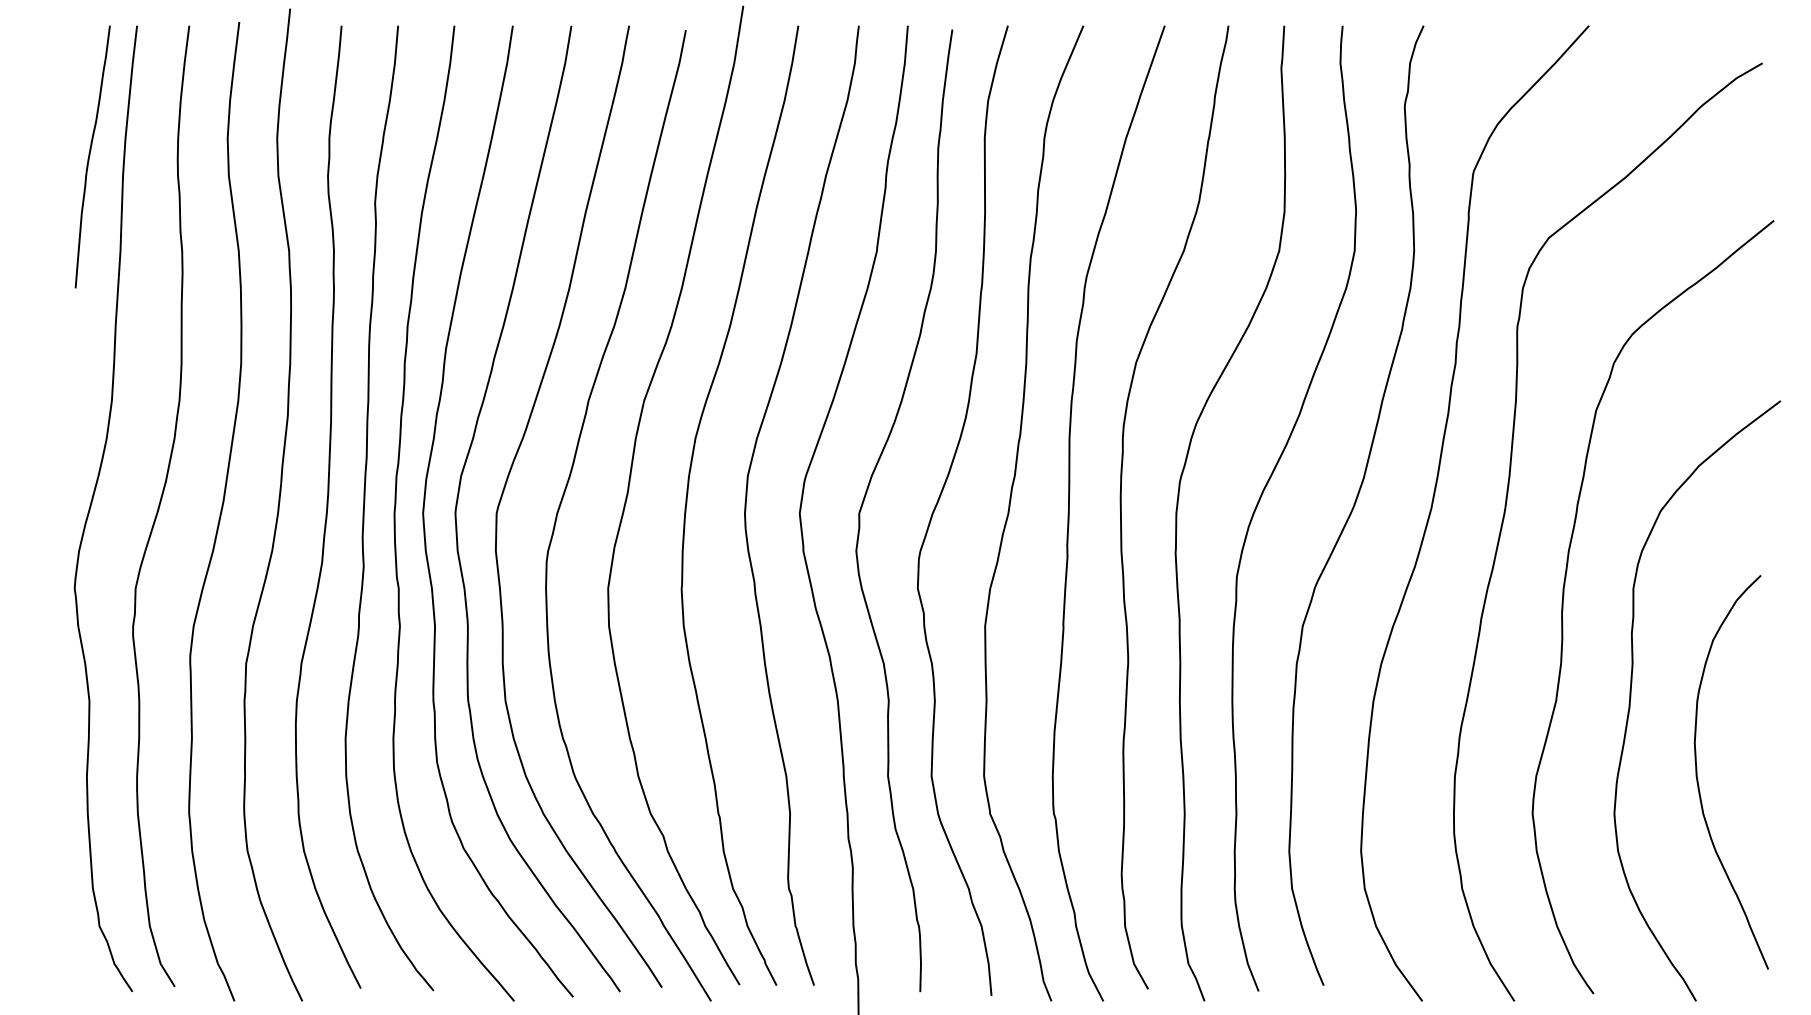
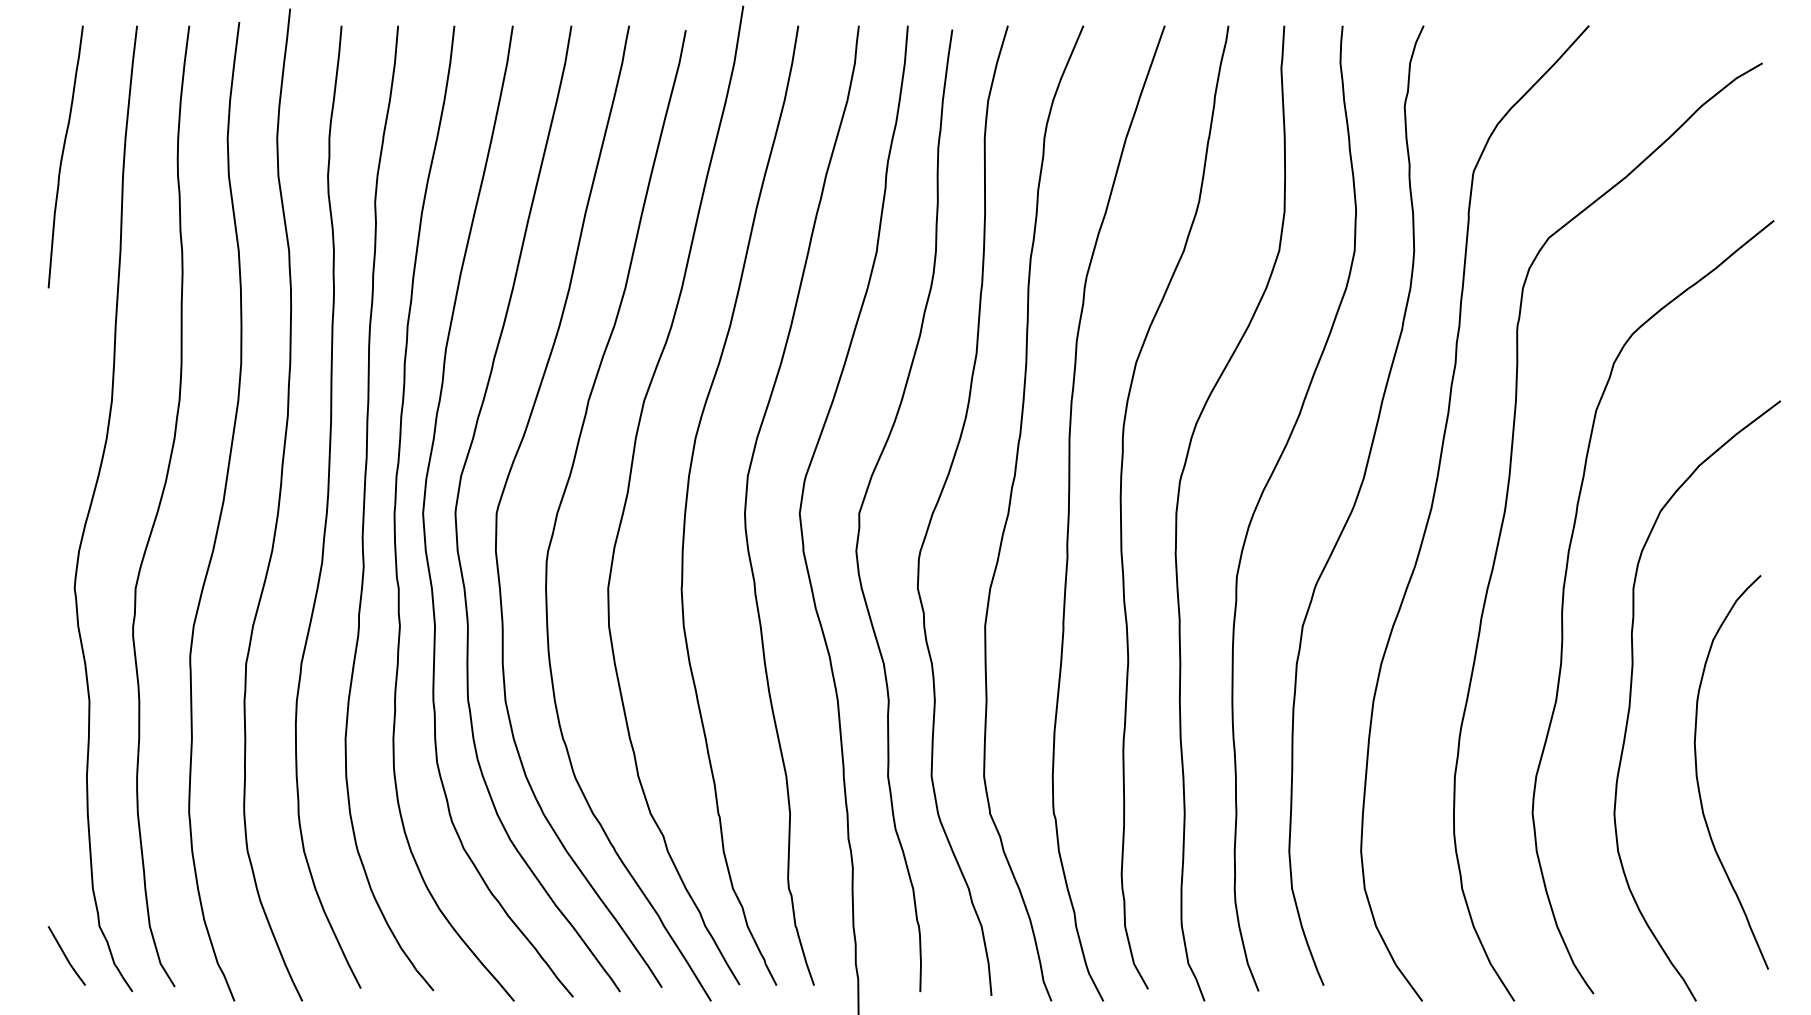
curve at (90, 156) position: (90, 156) -> (63, 156)
line at (66, 955): none -> present
